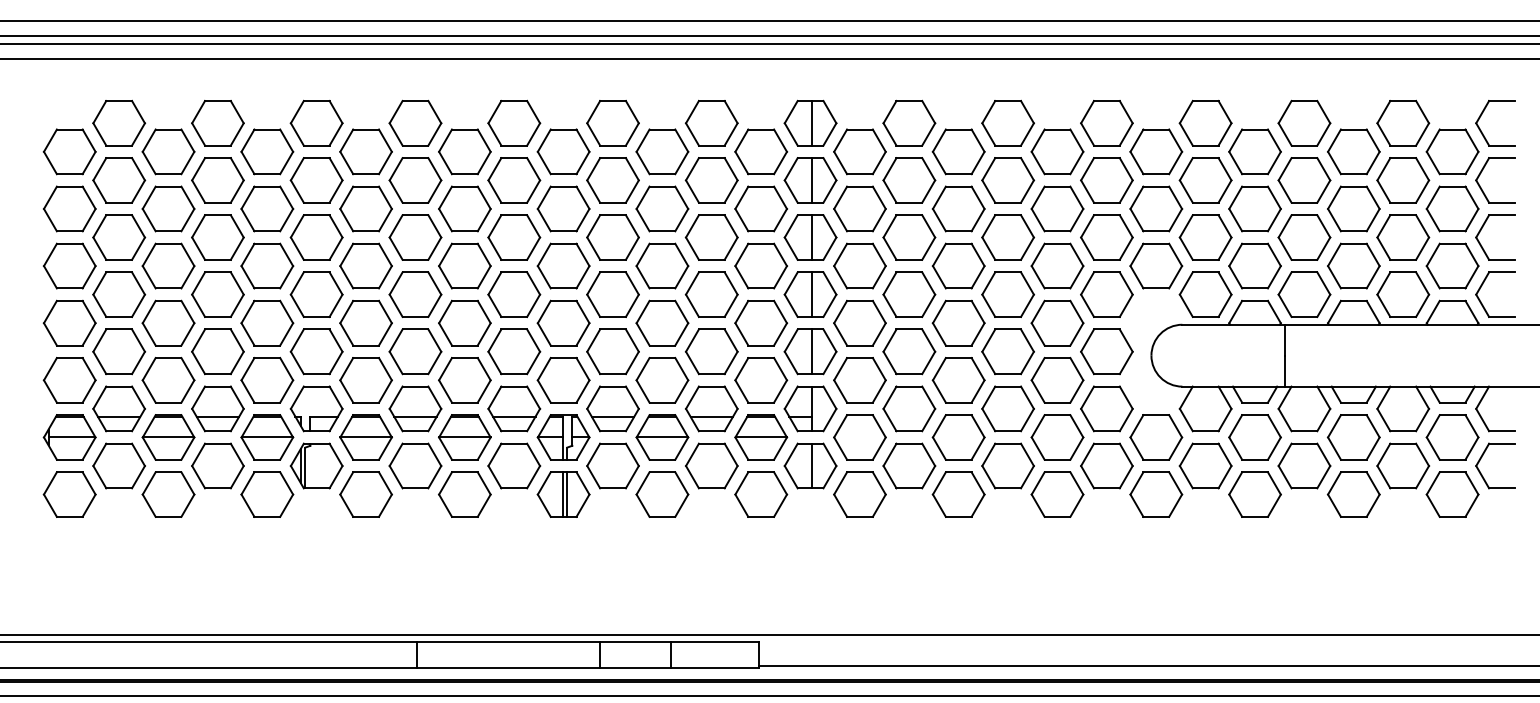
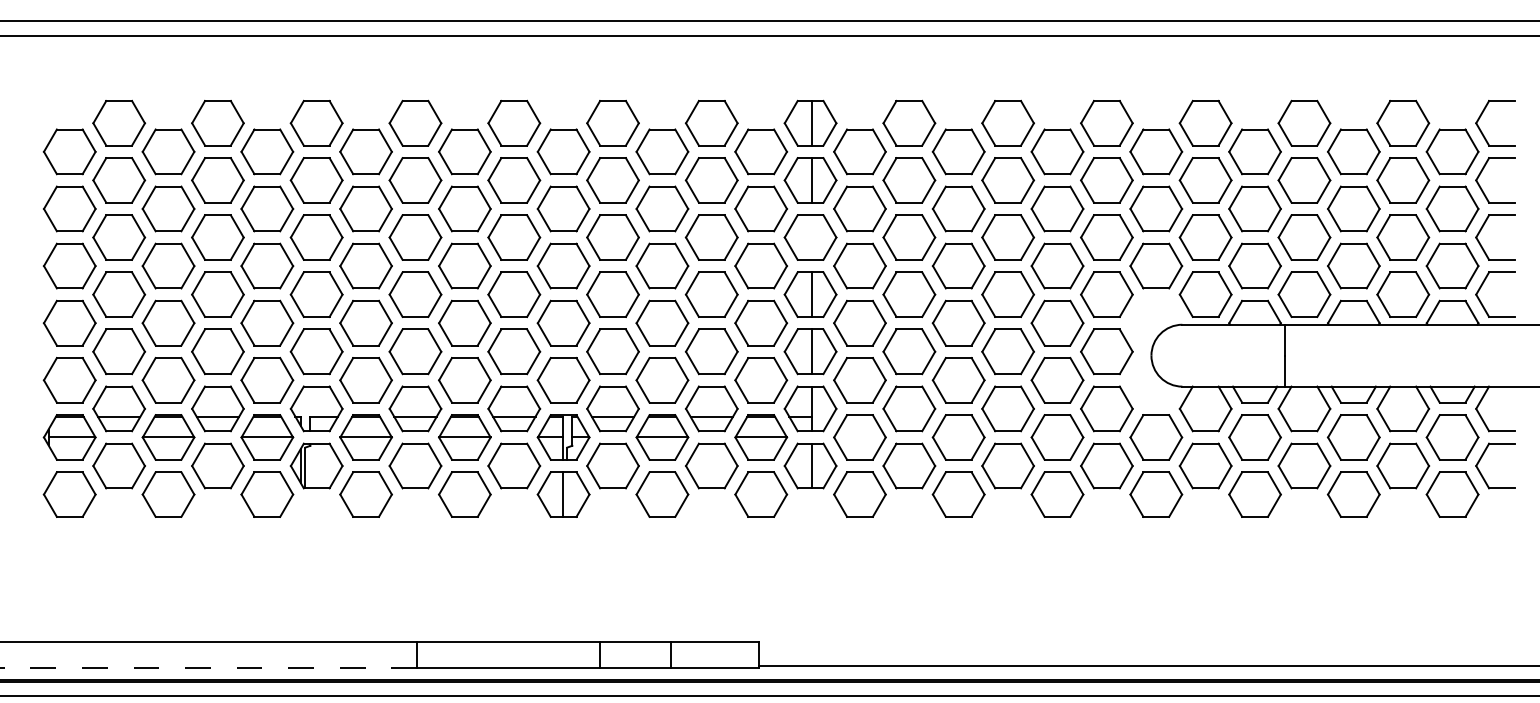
line at (769, 44): present -> none
line at (769, 58): present -> none
line at (812, 237): present -> none
line at (567, 494): present -> none
line at (769, 635): present -> none
line at (208, 667): solid -> dashed
